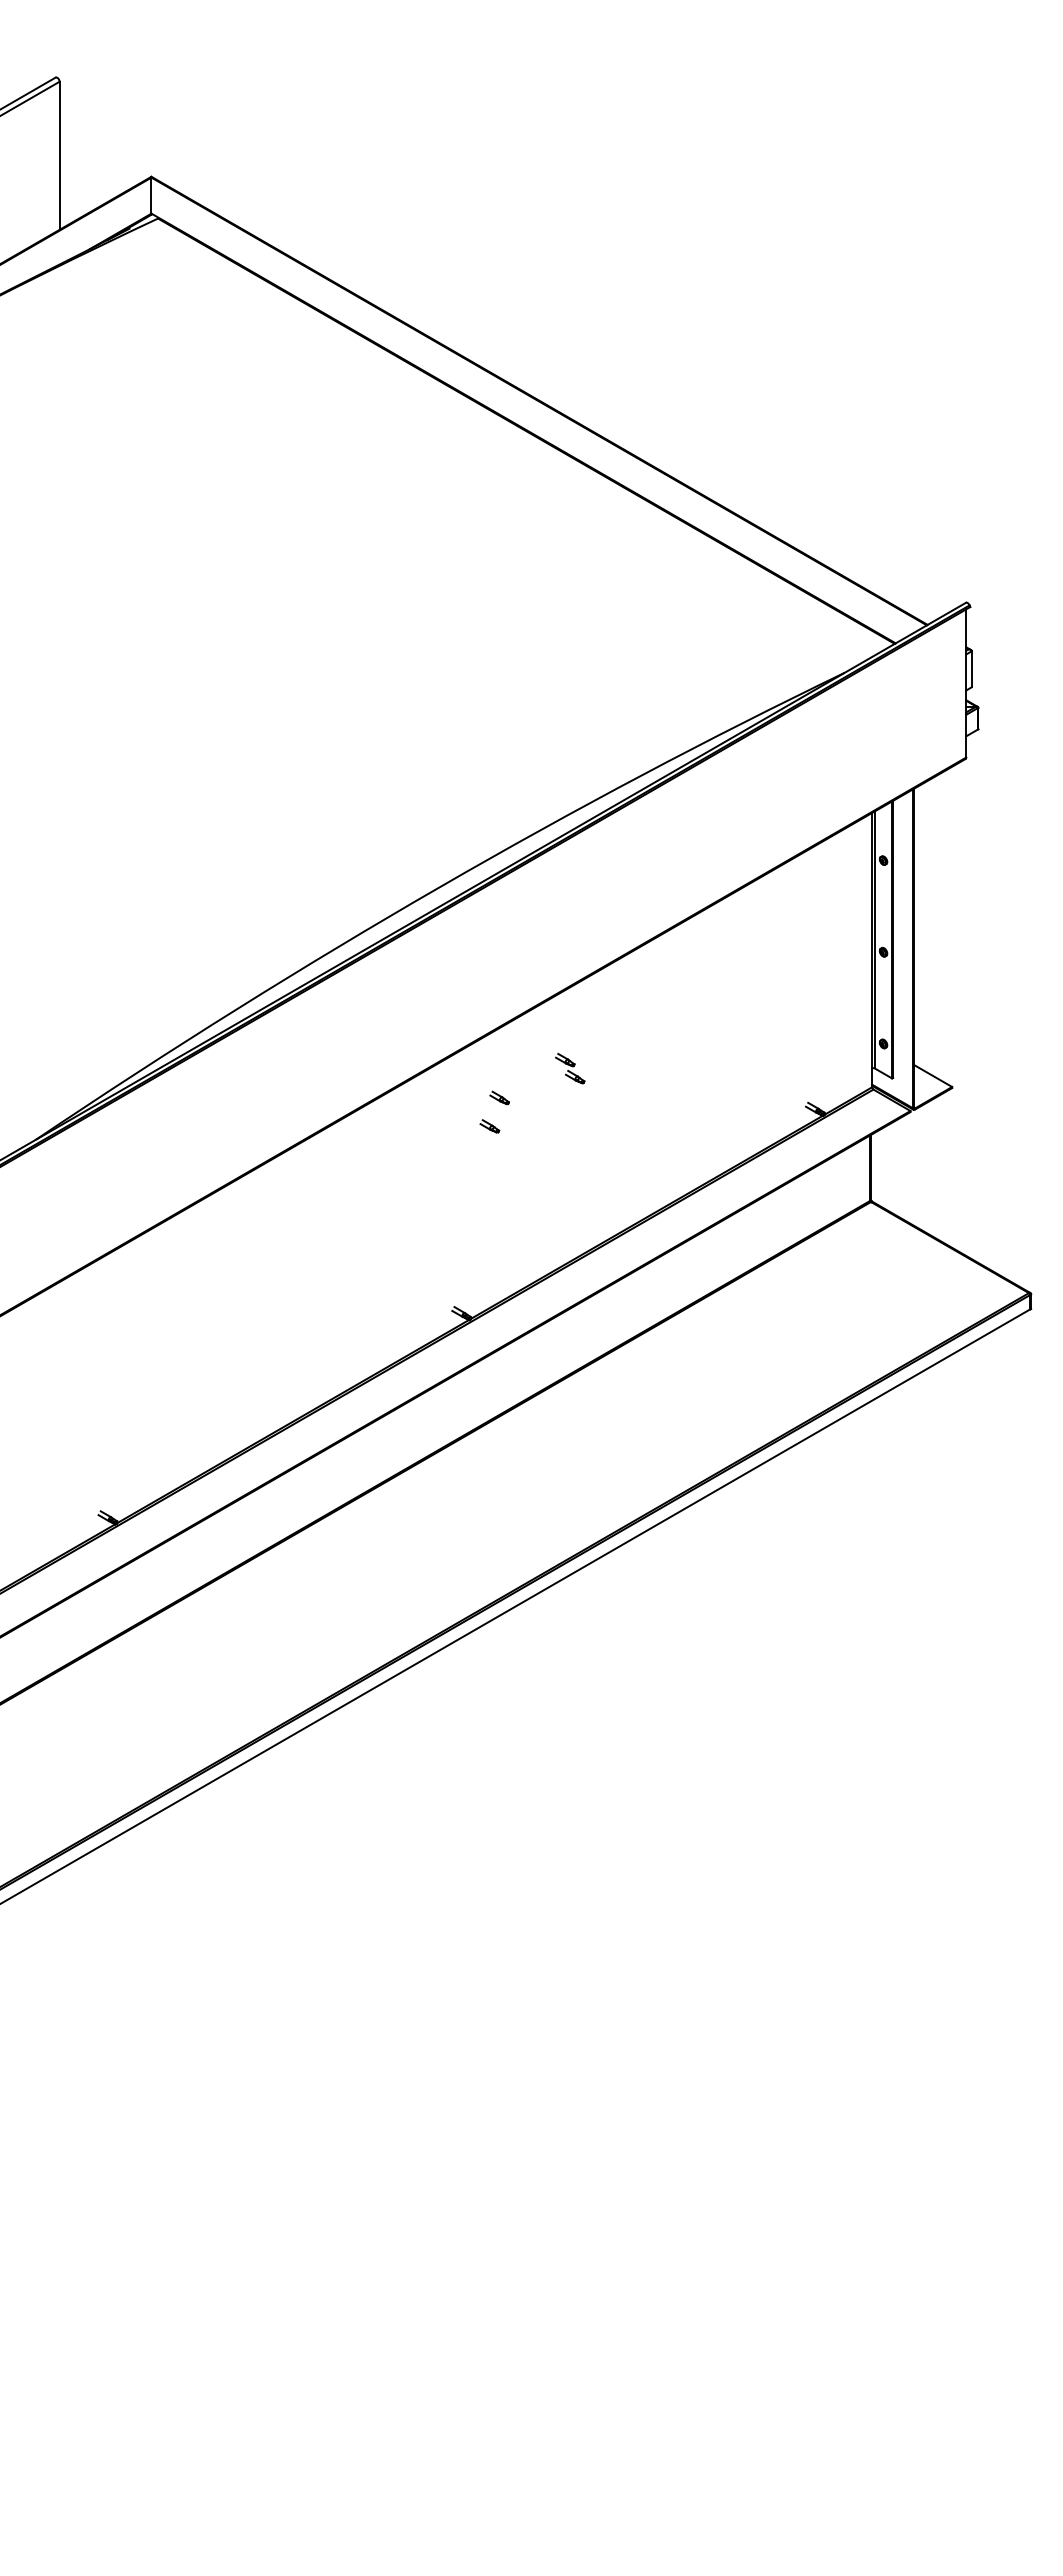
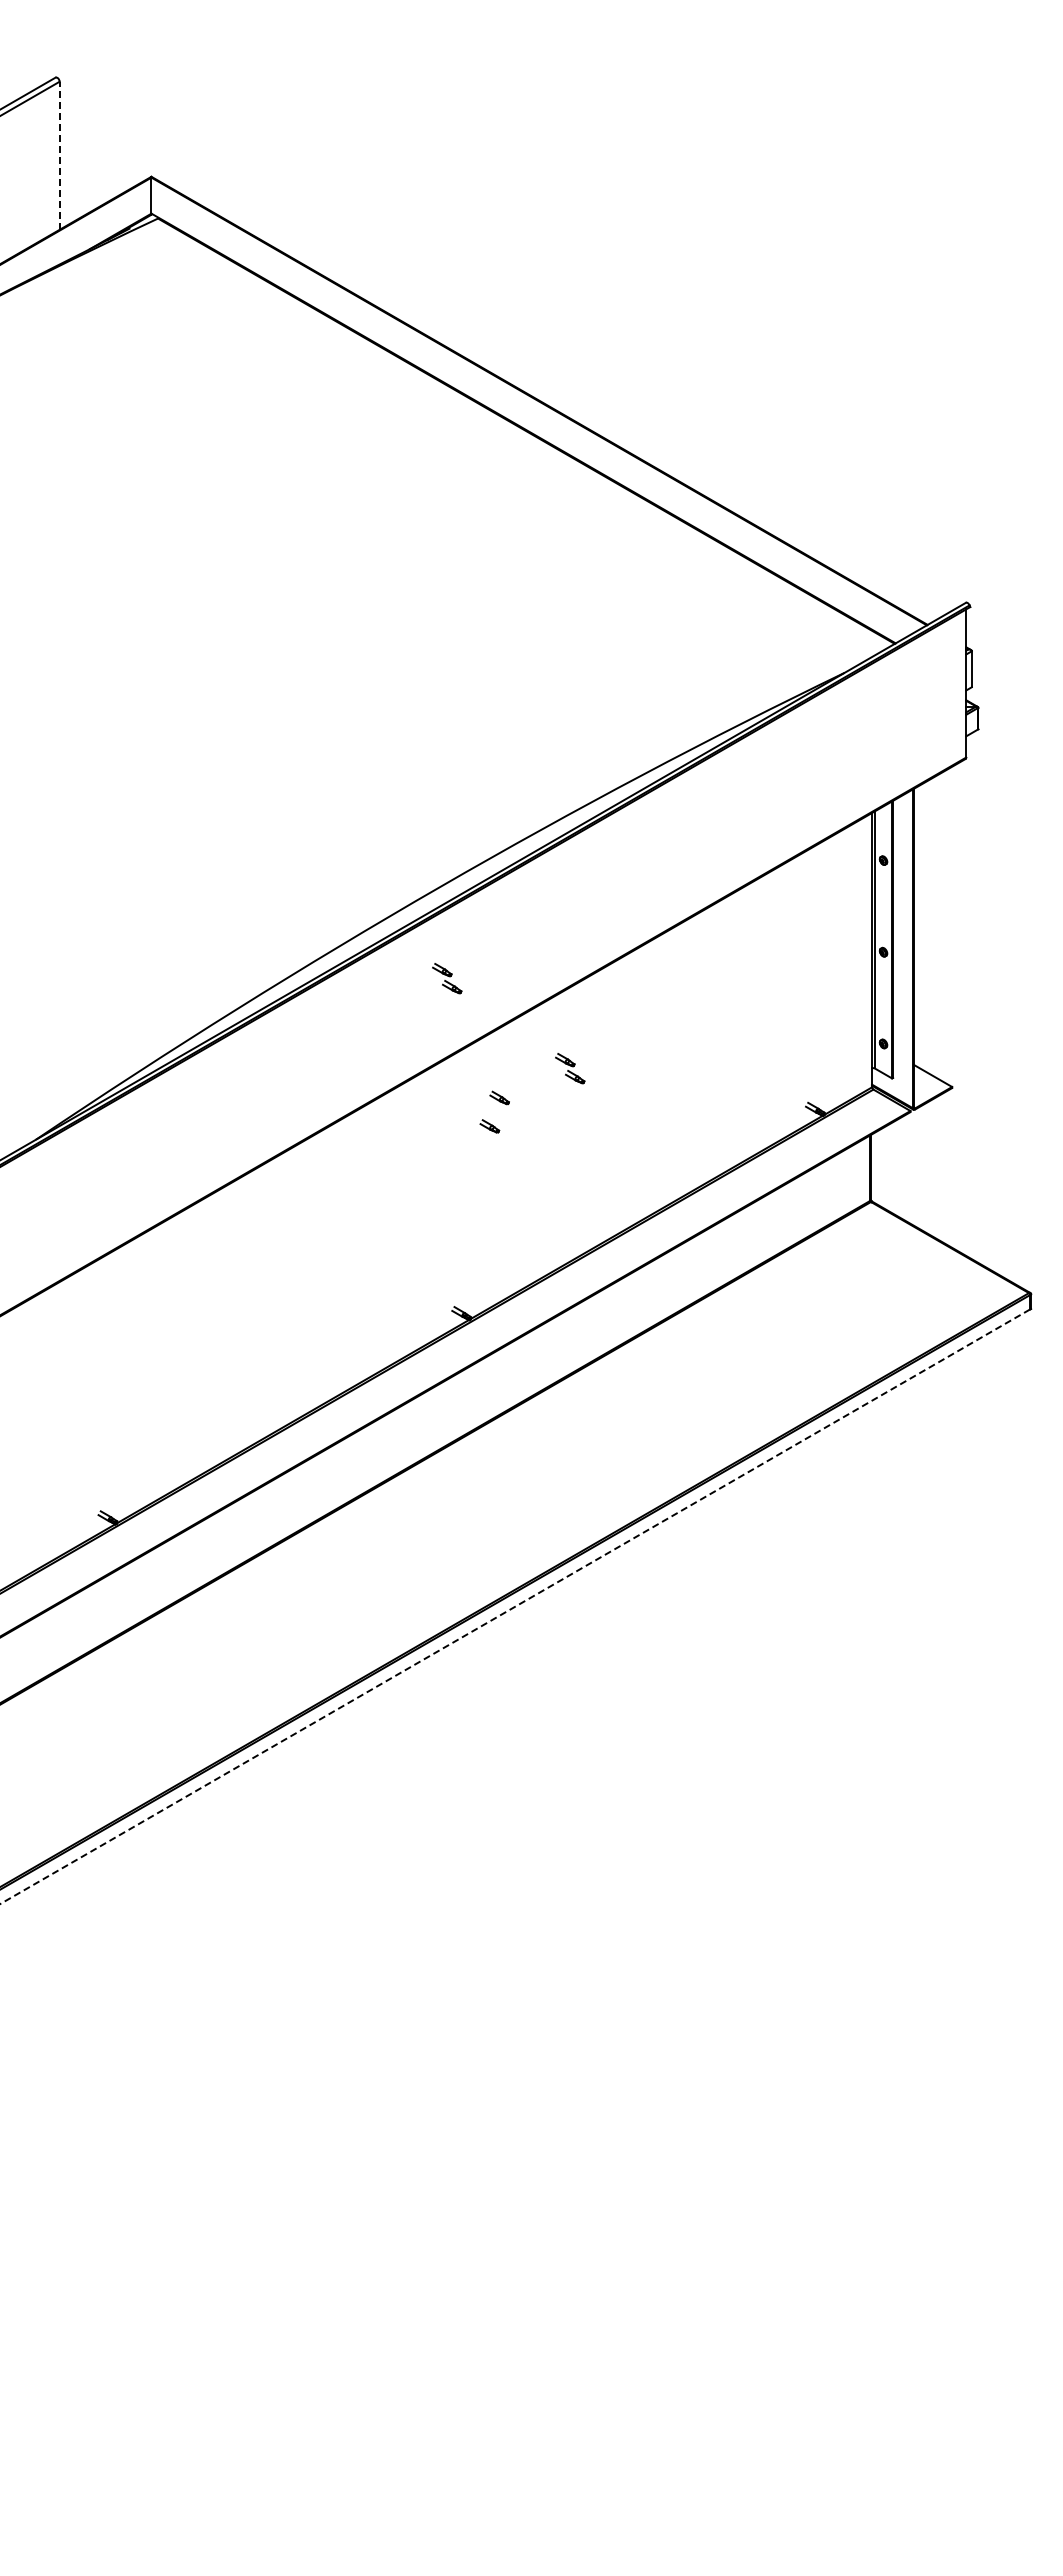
line at (59, 155): solid -> dashed
part at (447, 978): none -> present
line at (514, 1606): solid -> dashed
